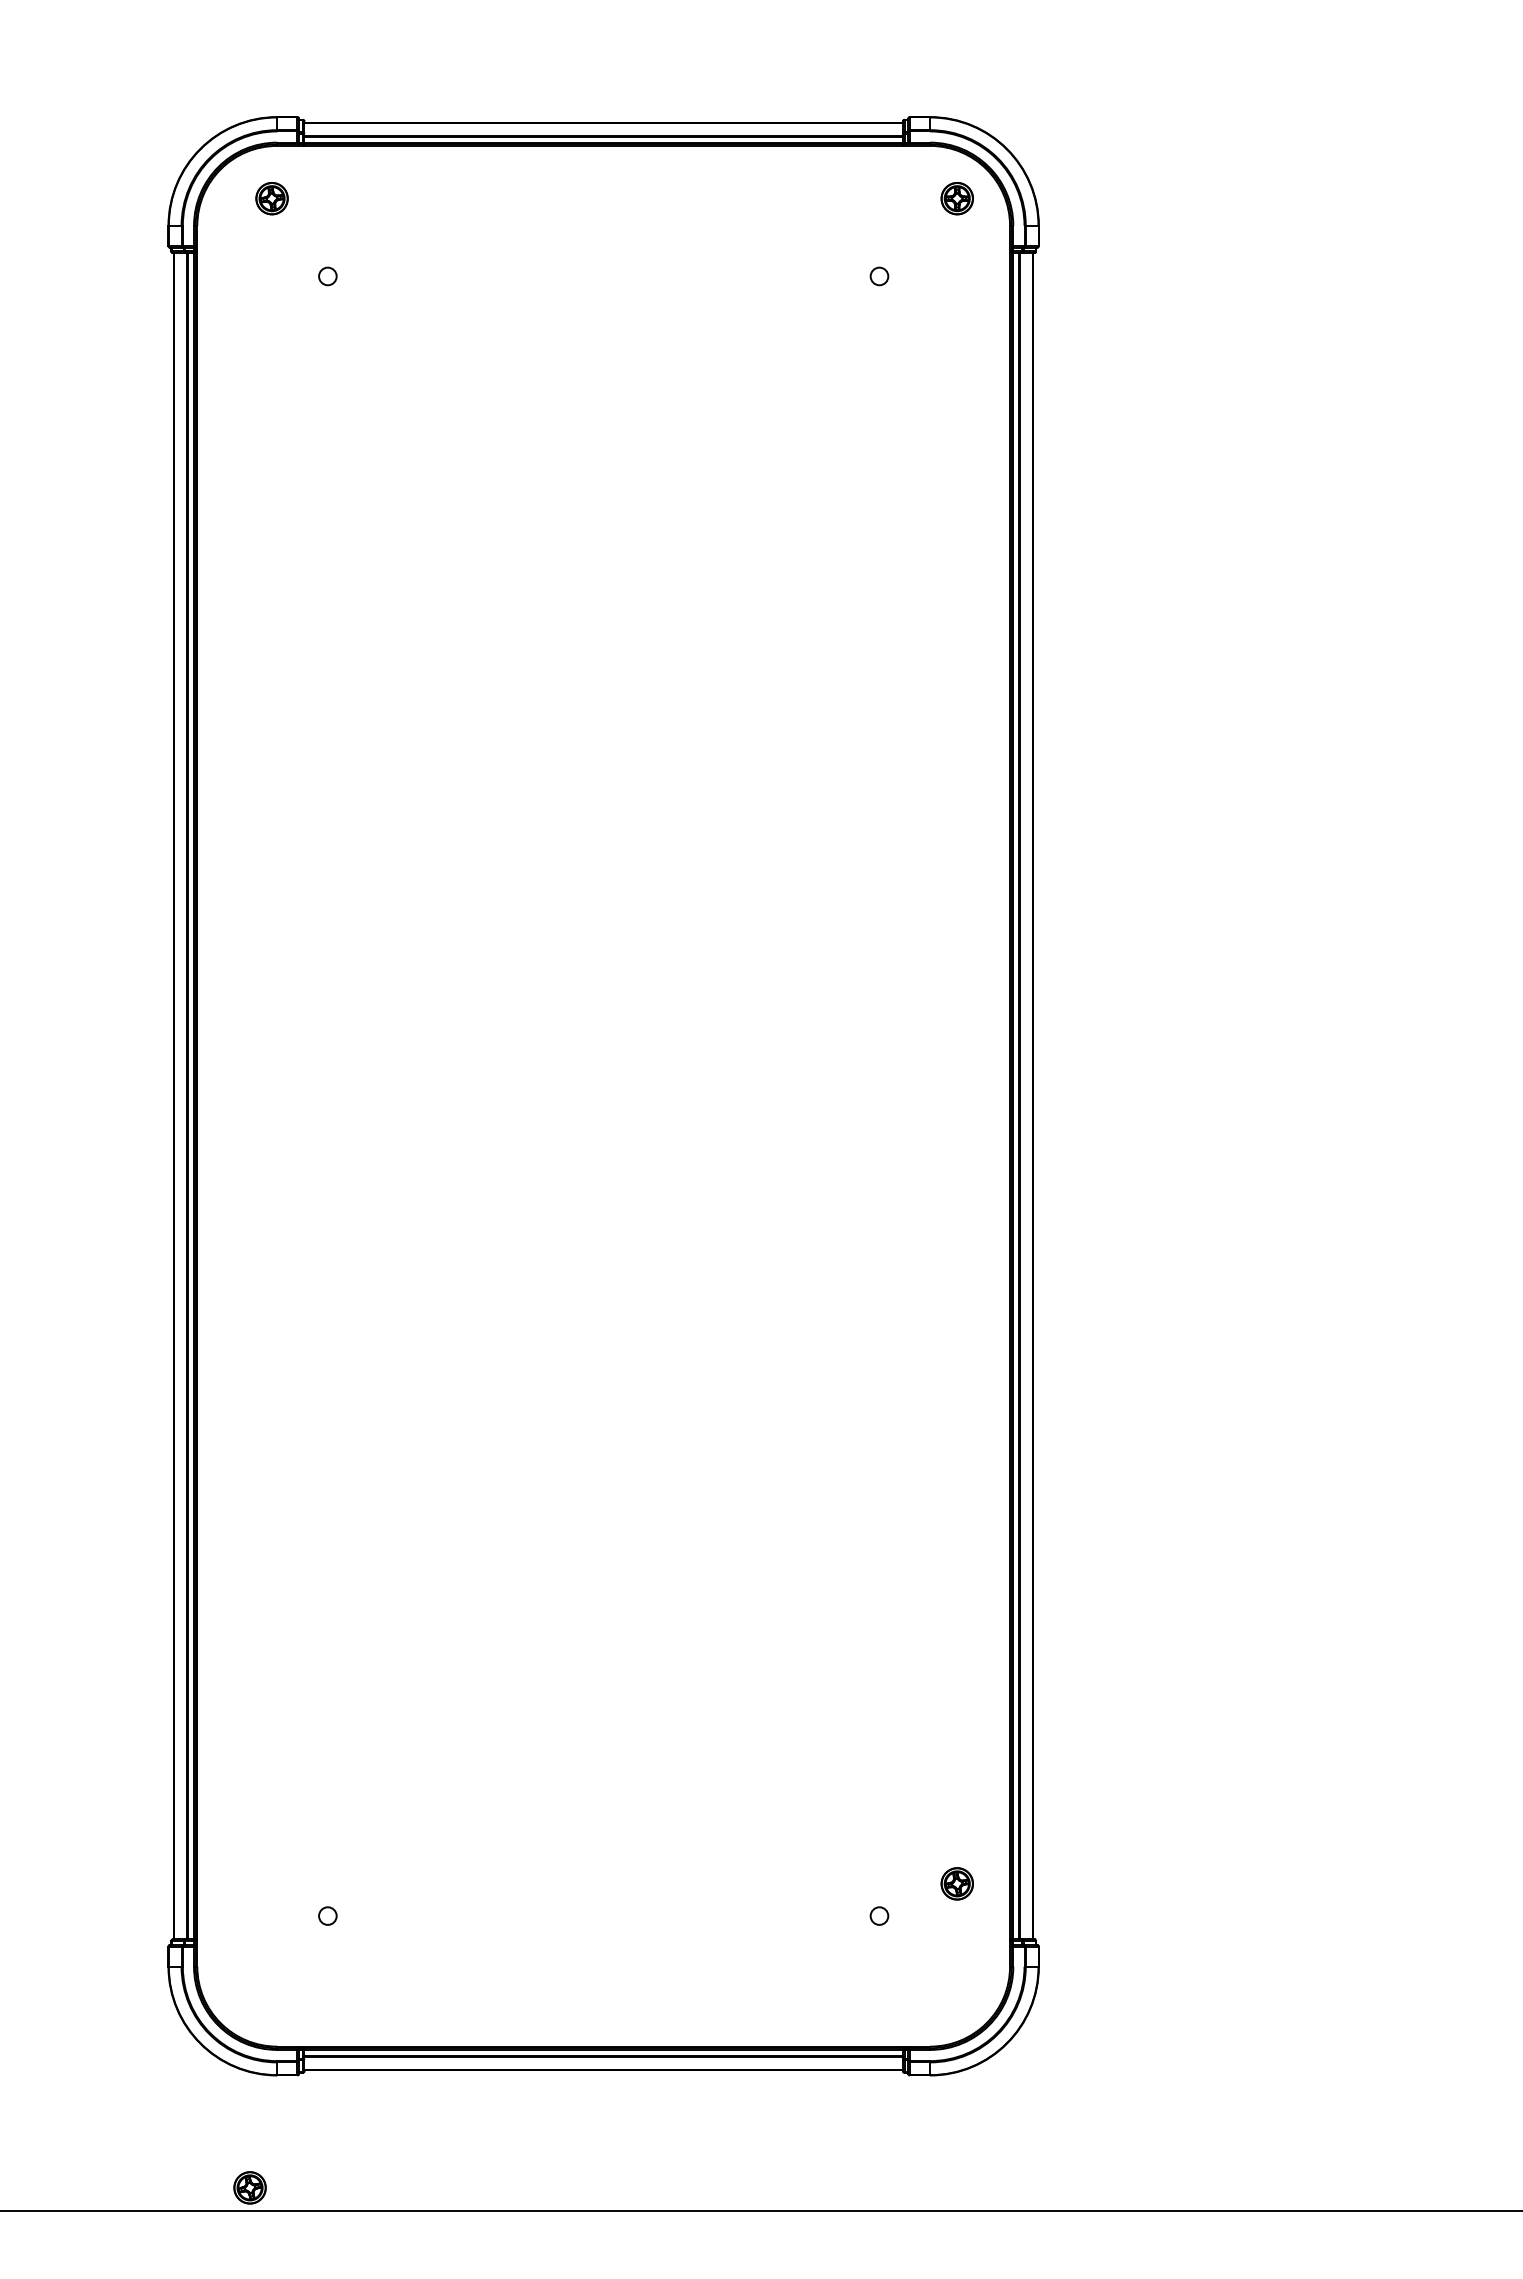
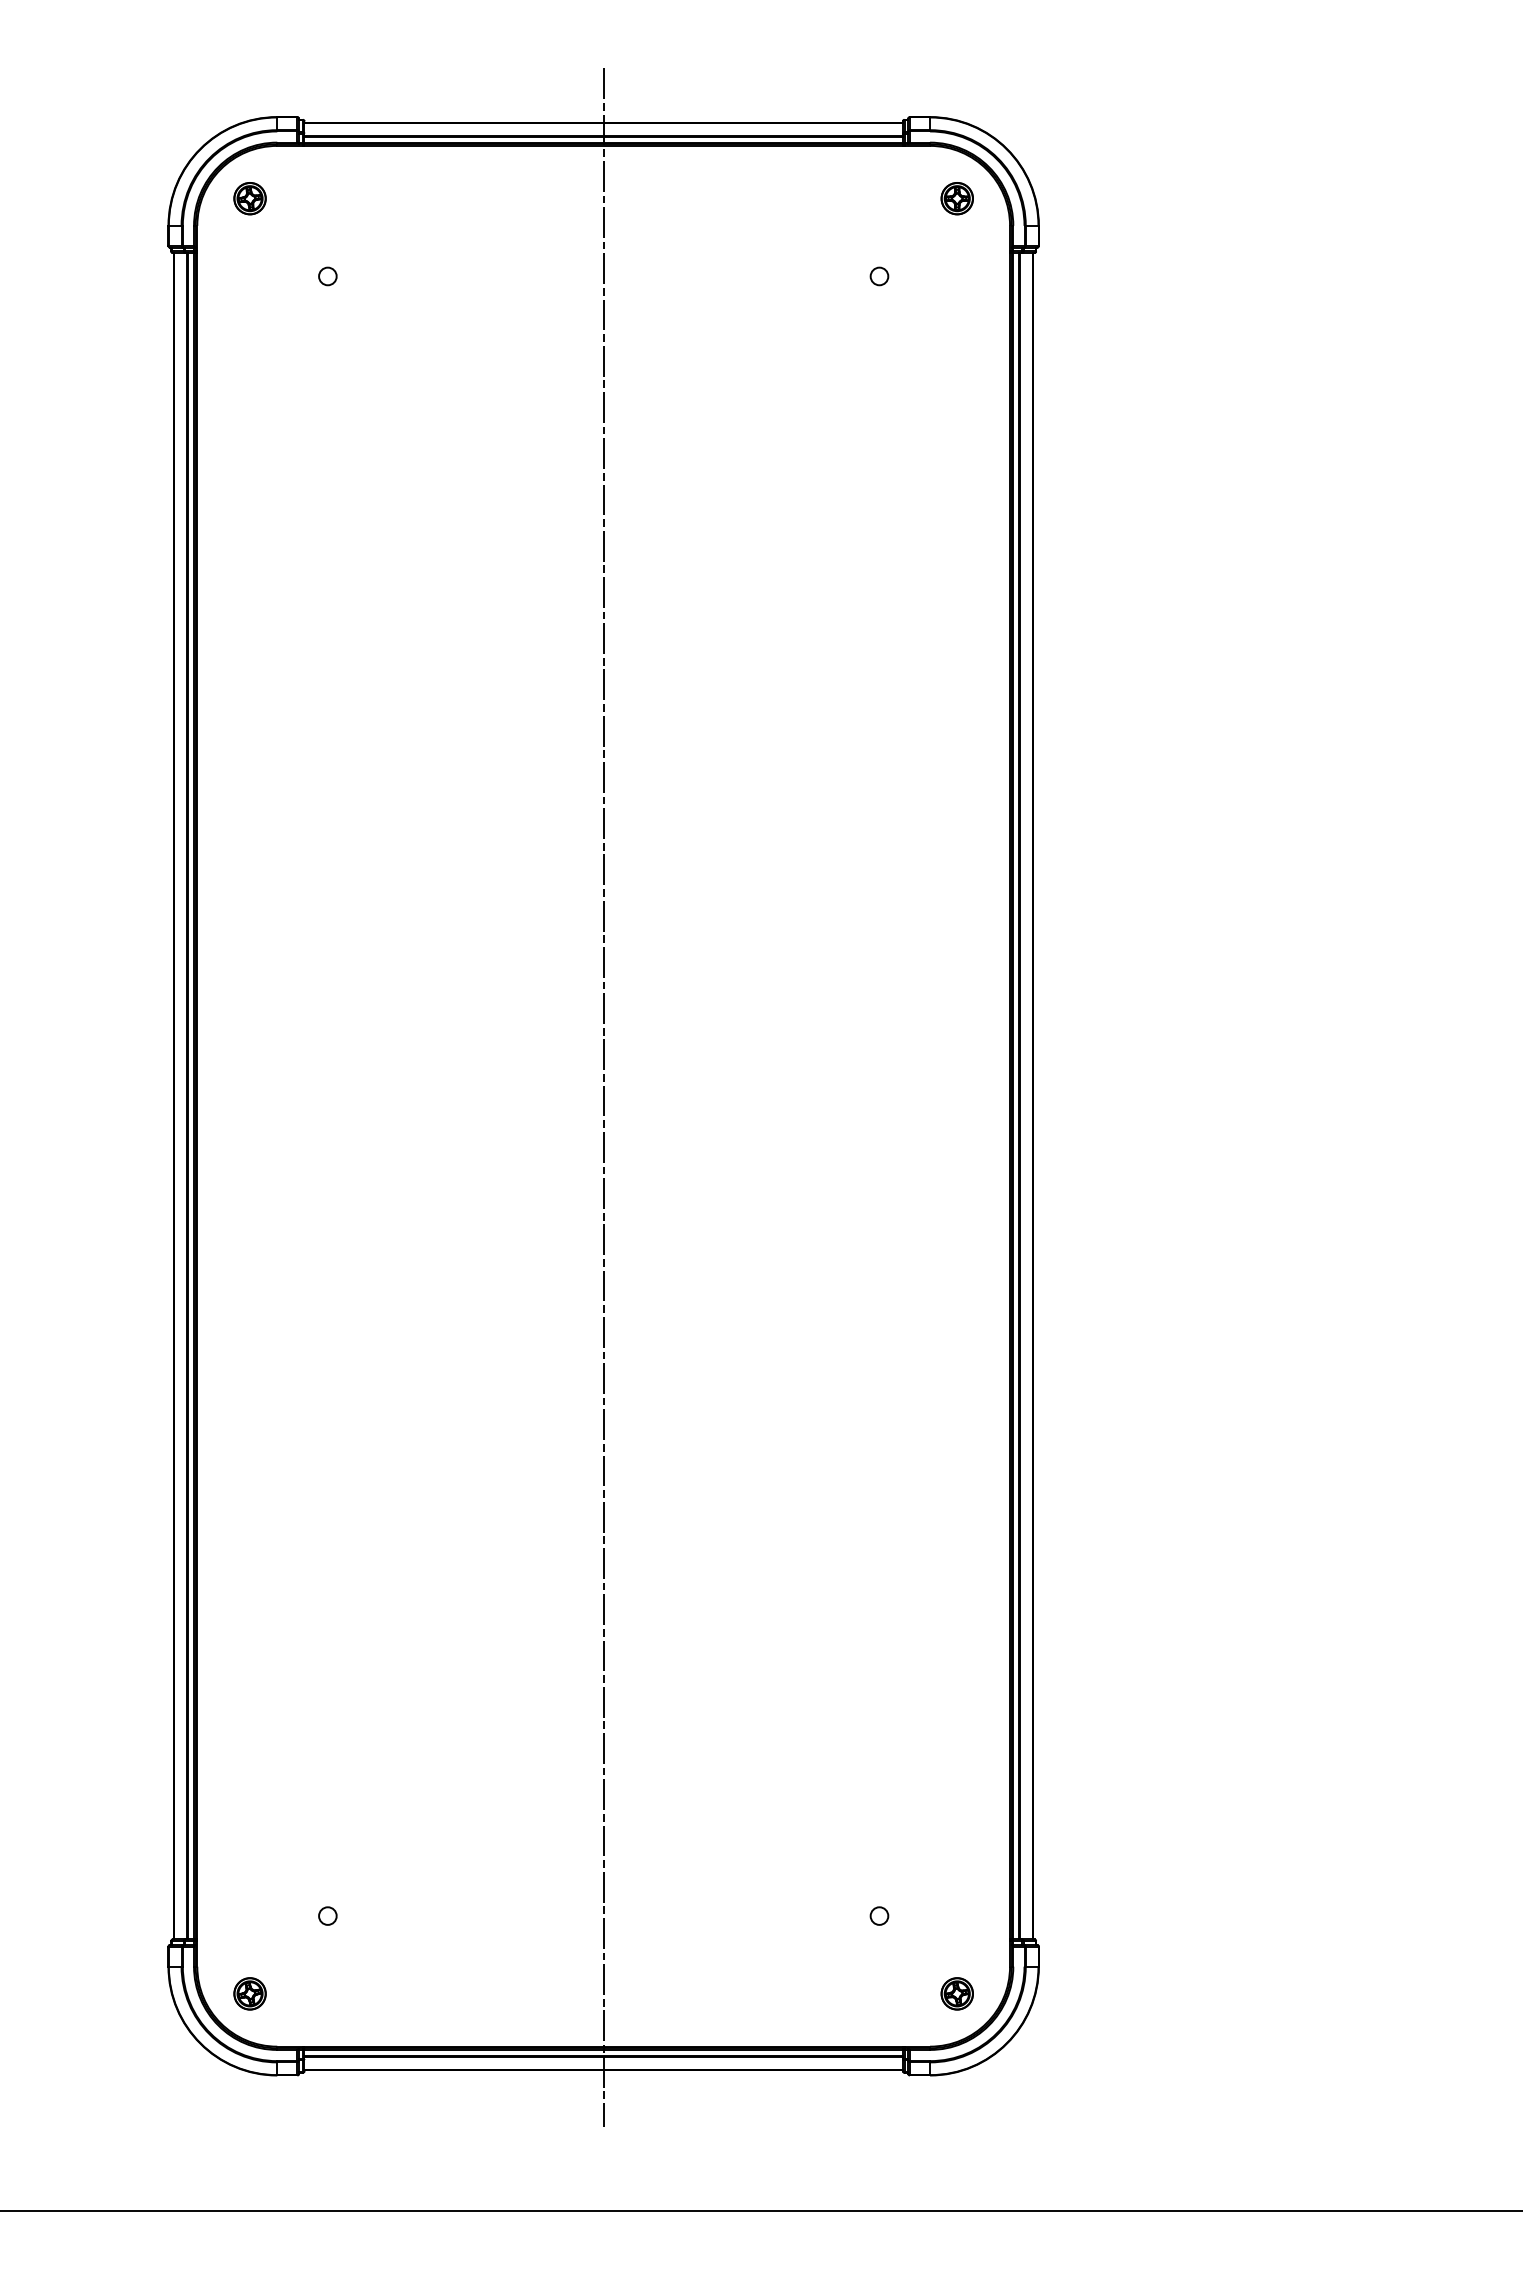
part at (271, 198) position: (271, 198) -> (249, 198)
line at (603, 1097): none -> present
part at (956, 1883) position: (956, 1883) -> (956, 1993)
part at (249, 2187) position: (249, 2187) -> (249, 1993)
